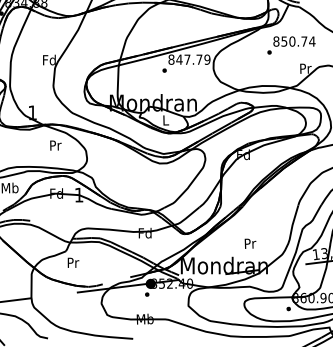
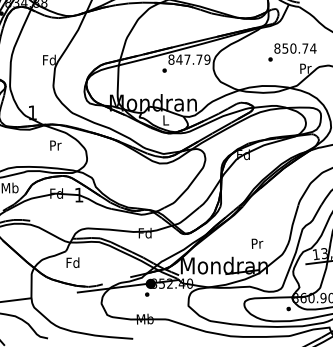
text at (291, 45) position: (291, 45) -> (292, 52)
text at (250, 243) position: (250, 243) -> (257, 243)
text at (72, 262): Pr -> Fd
